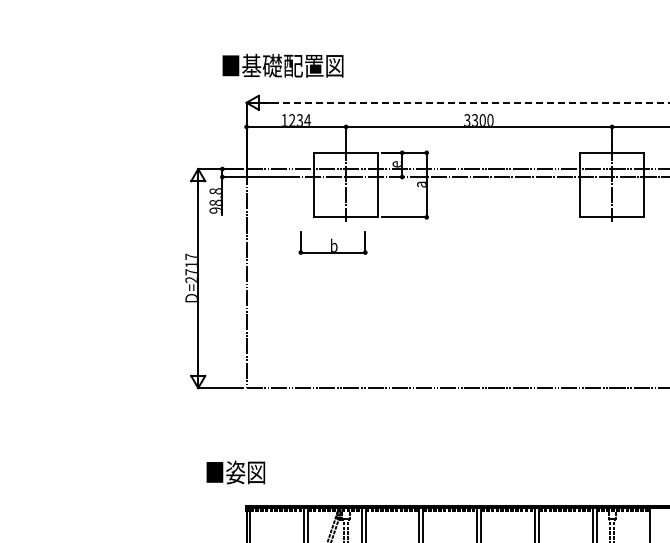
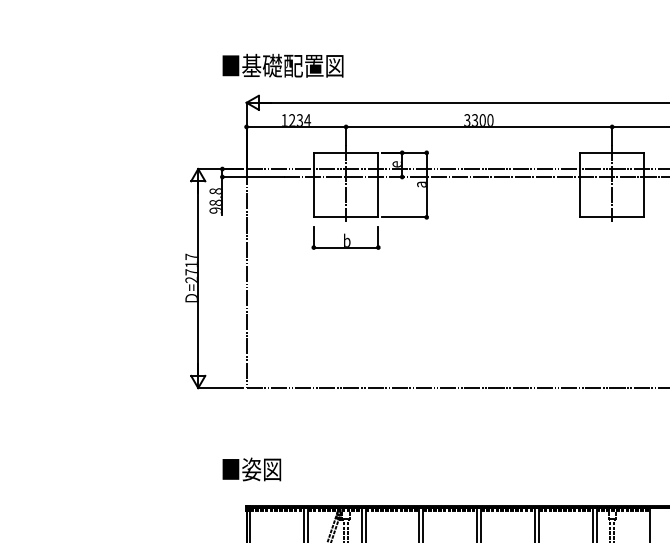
line at (465, 102): dashed -> solid
part at (332, 242) position: (332, 242) -> (345, 237)
text at (235, 472) position: (235, 472) -> (251, 469)
